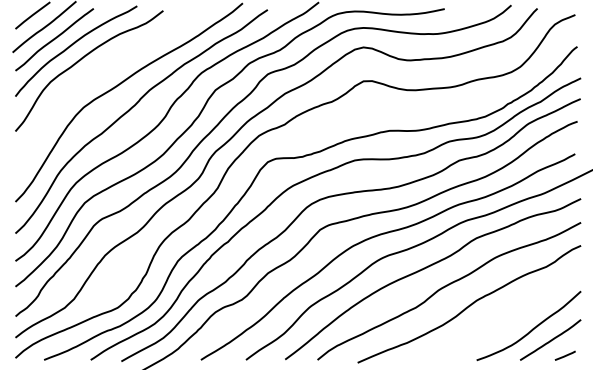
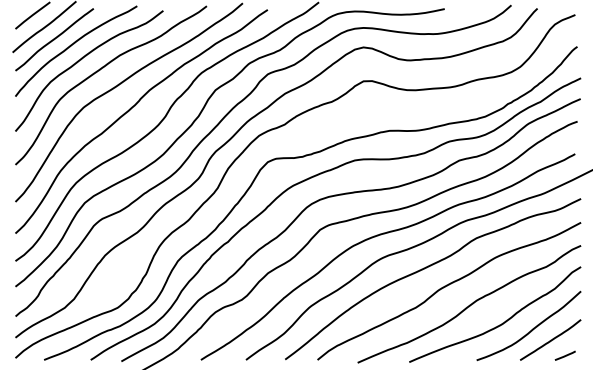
curve at (99, 71): none -> present
curve at (502, 322): none -> present
